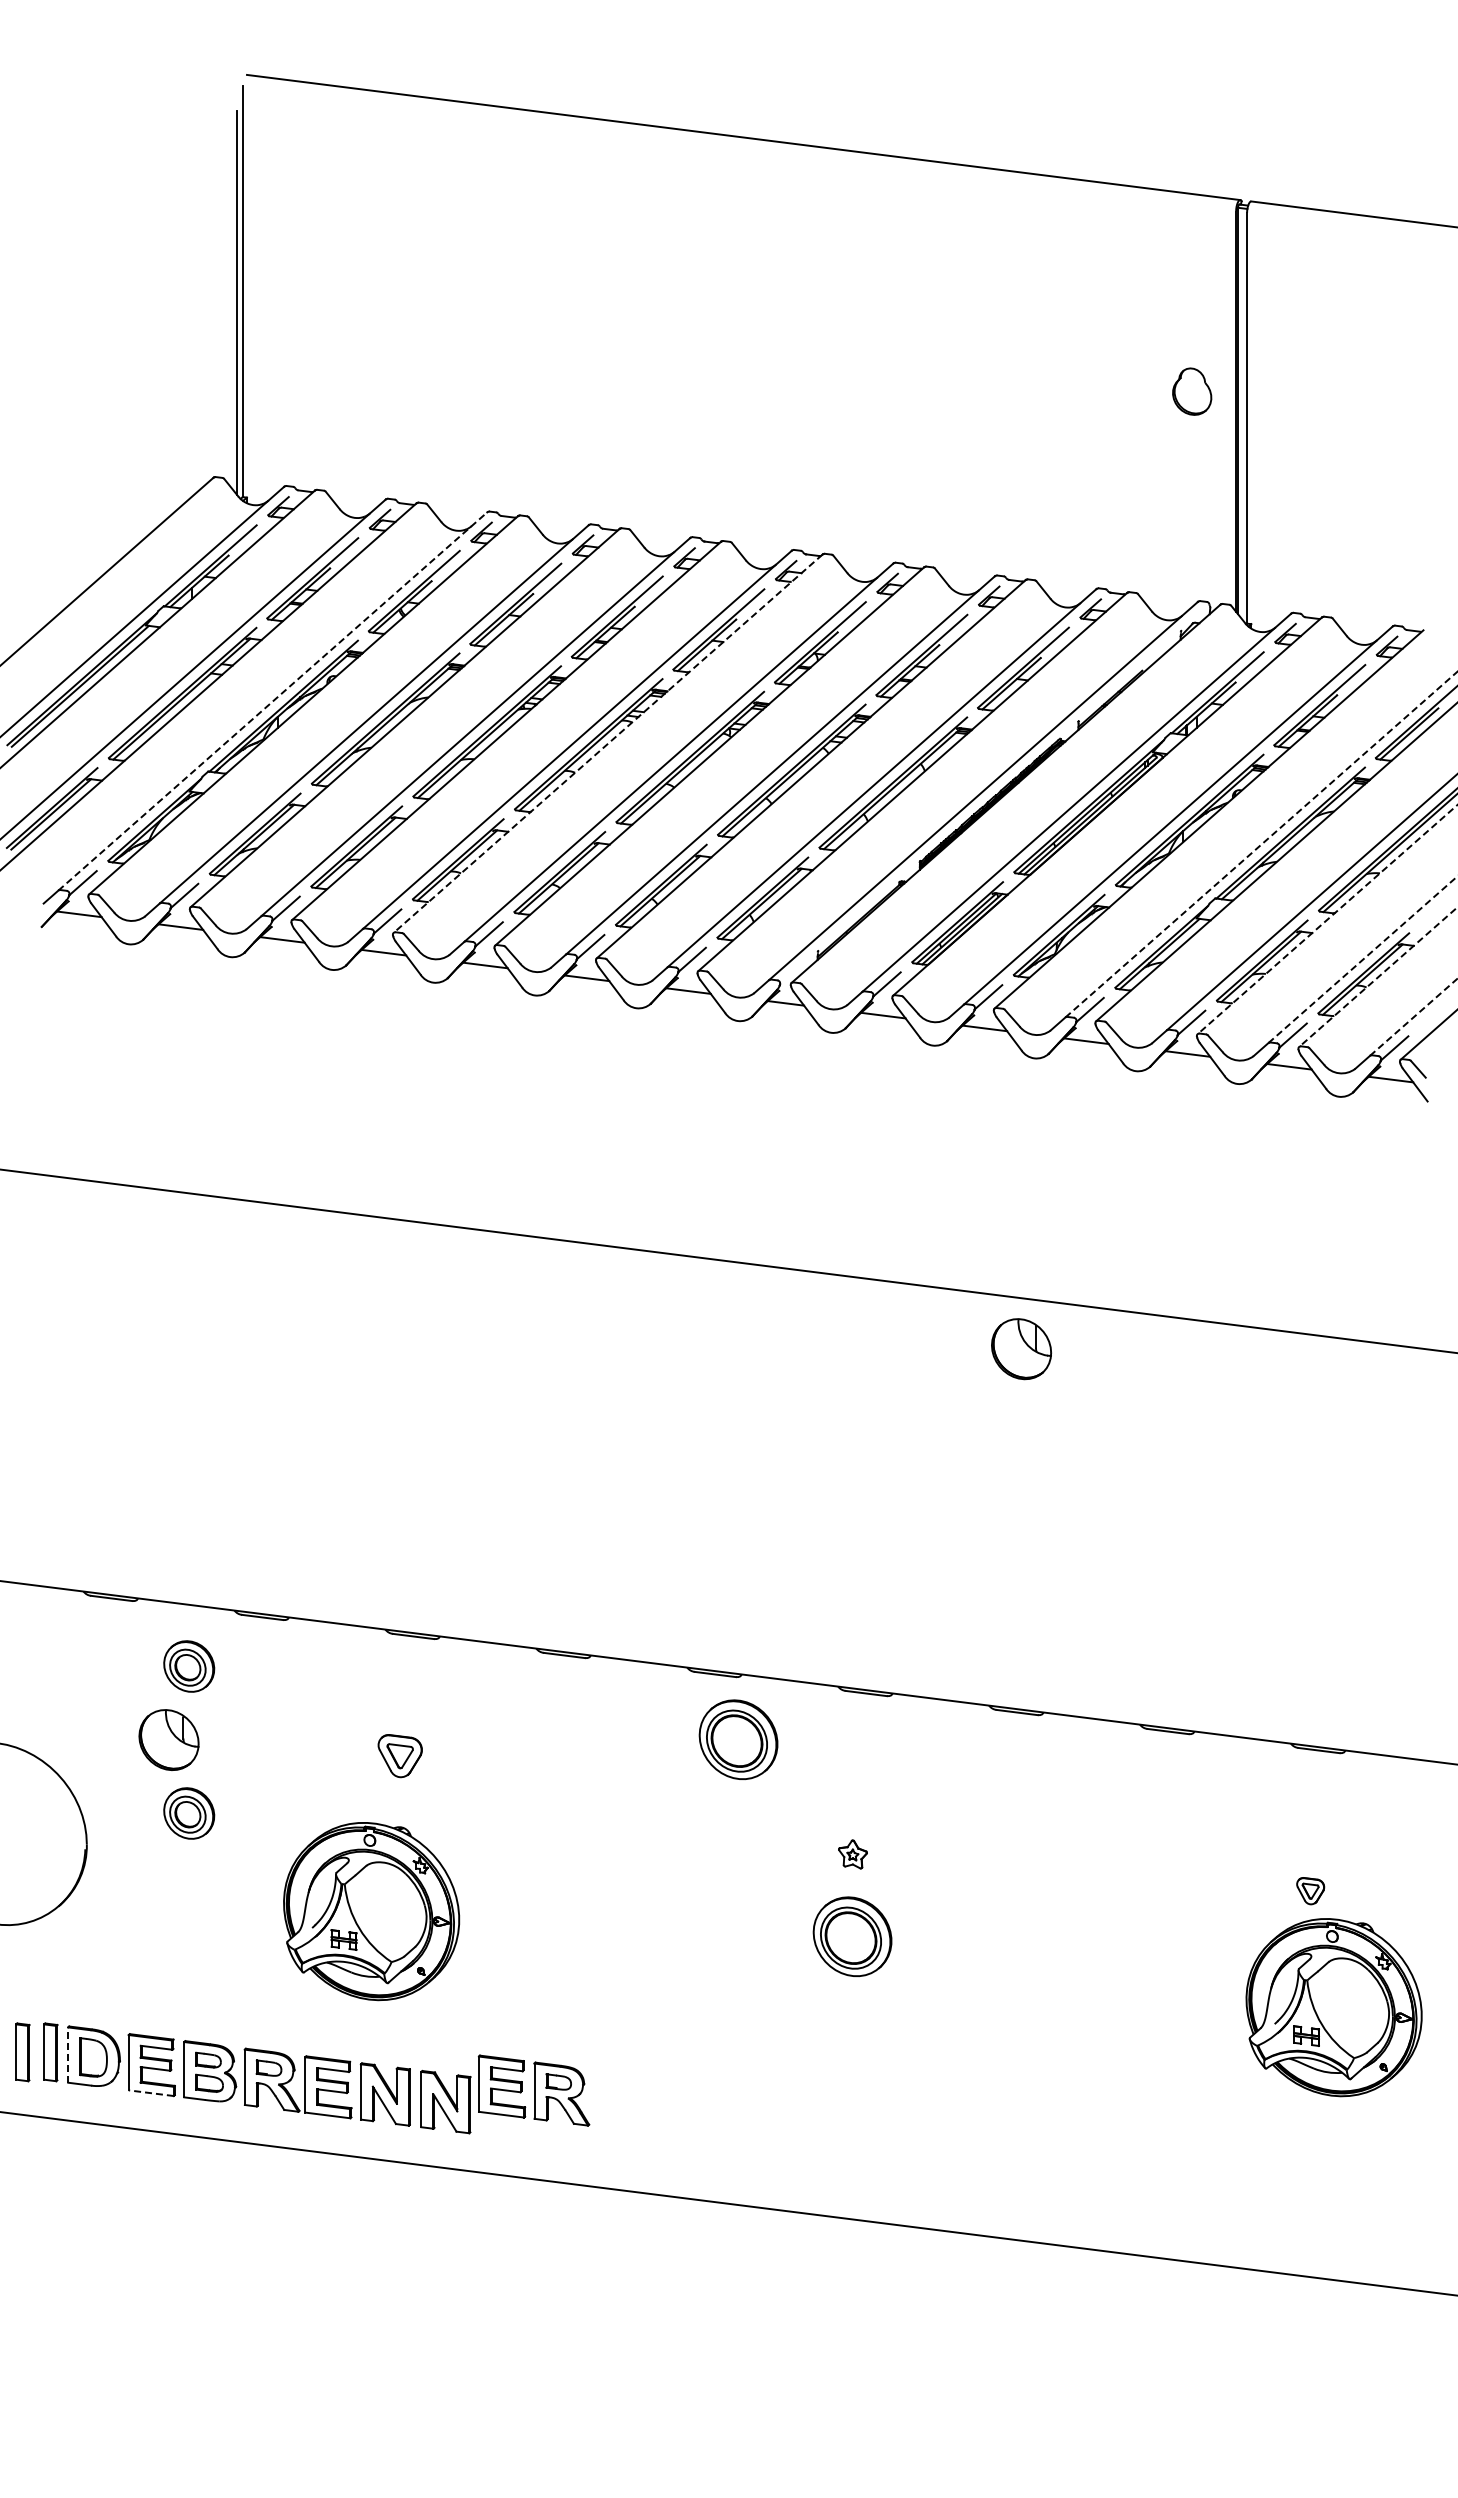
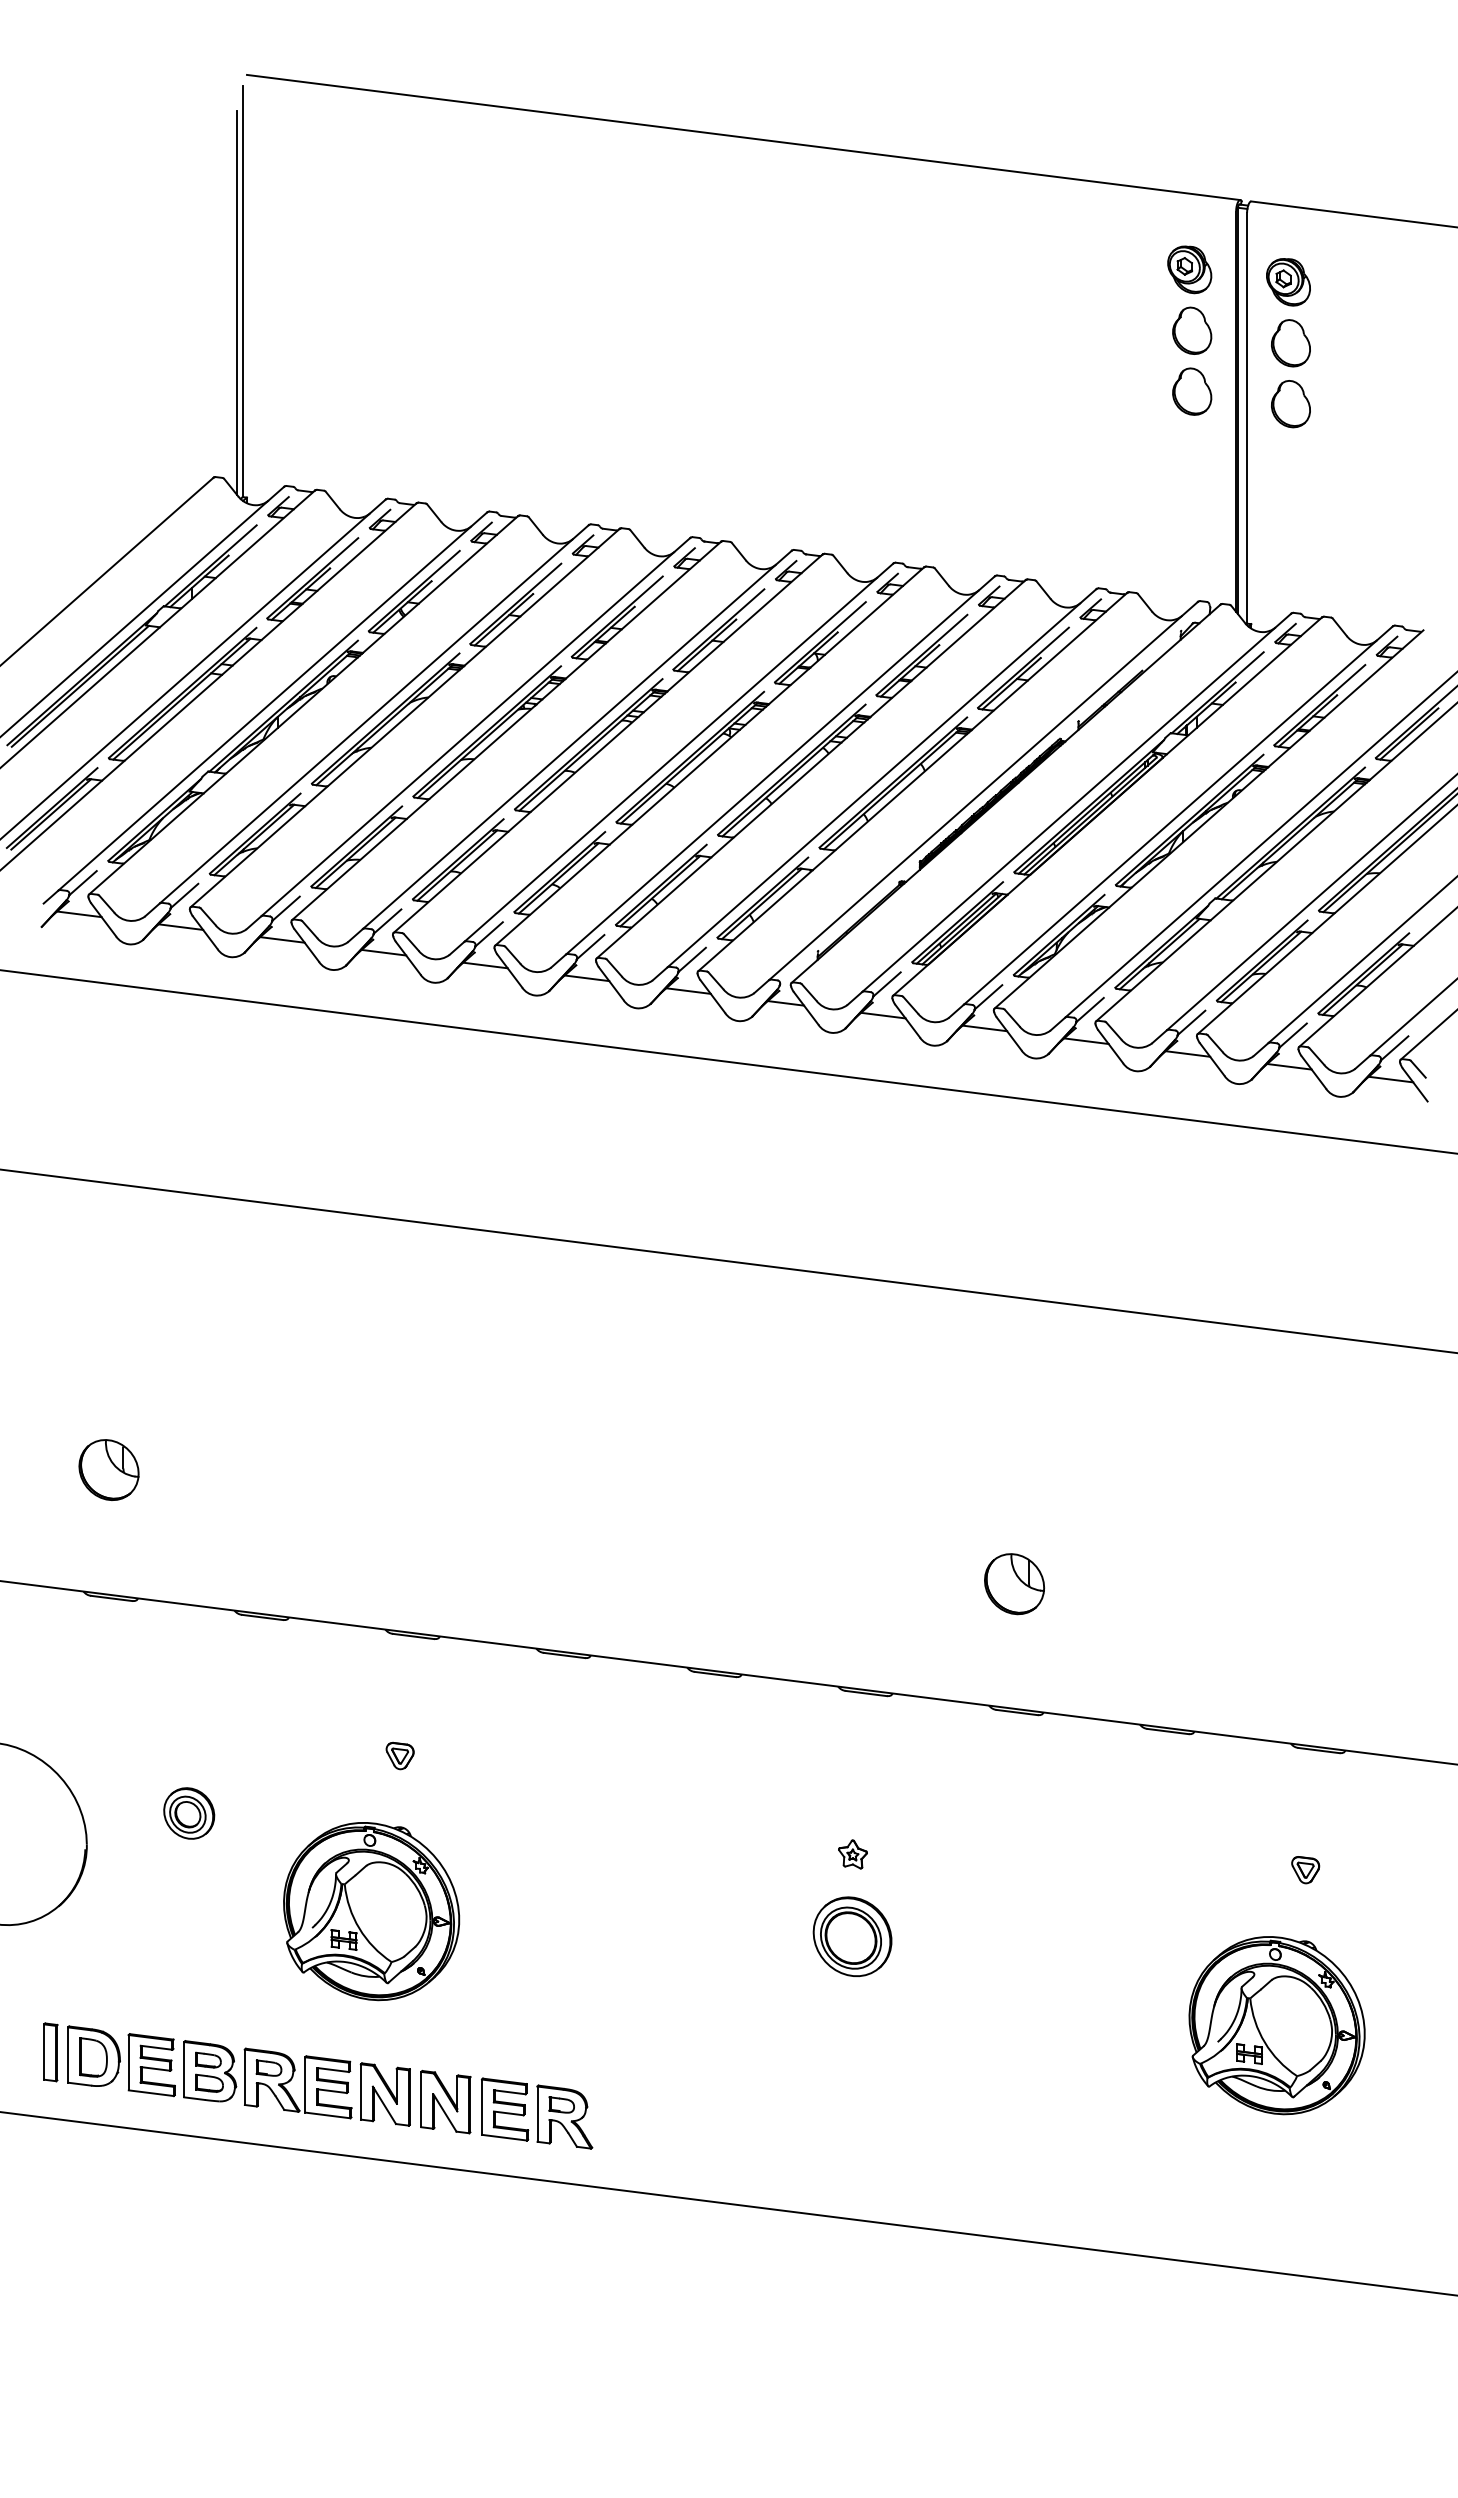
part at (1189, 269): none -> present
part at (1288, 282): none -> present
part at (1192, 330): none -> present
part at (1290, 343): none -> present
part at (1290, 404): none -> present
line at (272, 701): dashed -> solid
line at (608, 743): dashed -> solid
line at (1261, 844): dashed -> solid
line at (1327, 919): dashed -> solid
line at (1362, 959): dashed -> solid
line at (1377, 977): dashed -> solid
line at (1414, 1016): dashed -> solid
line at (728, 1061): none -> present
part at (1021, 1349) position: (1021, 1349) -> (1014, 1584)
part at (189, 1666): present -> none
part at (168, 1739) position: (168, 1739) -> (108, 1469)
part at (738, 1739): present -> none
part at (399, 1756) size: 46x45 px -> 30x30 px
part at (1310, 1891) position: (1310, 1891) -> (1305, 1870)
part at (1333, 2007) position: (1333, 2007) -> (1276, 2025)
part at (22, 2052): present -> none
line at (68, 2055): dashed -> solid
part at (533, 2090) position: (533, 2090) -> (536, 2113)
line at (151, 2093): dashed -> solid
